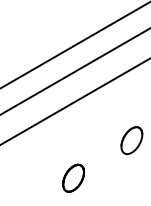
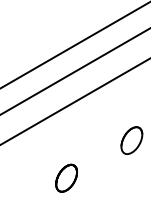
part at (73, 177) position: (73, 177) -> (66, 177)
